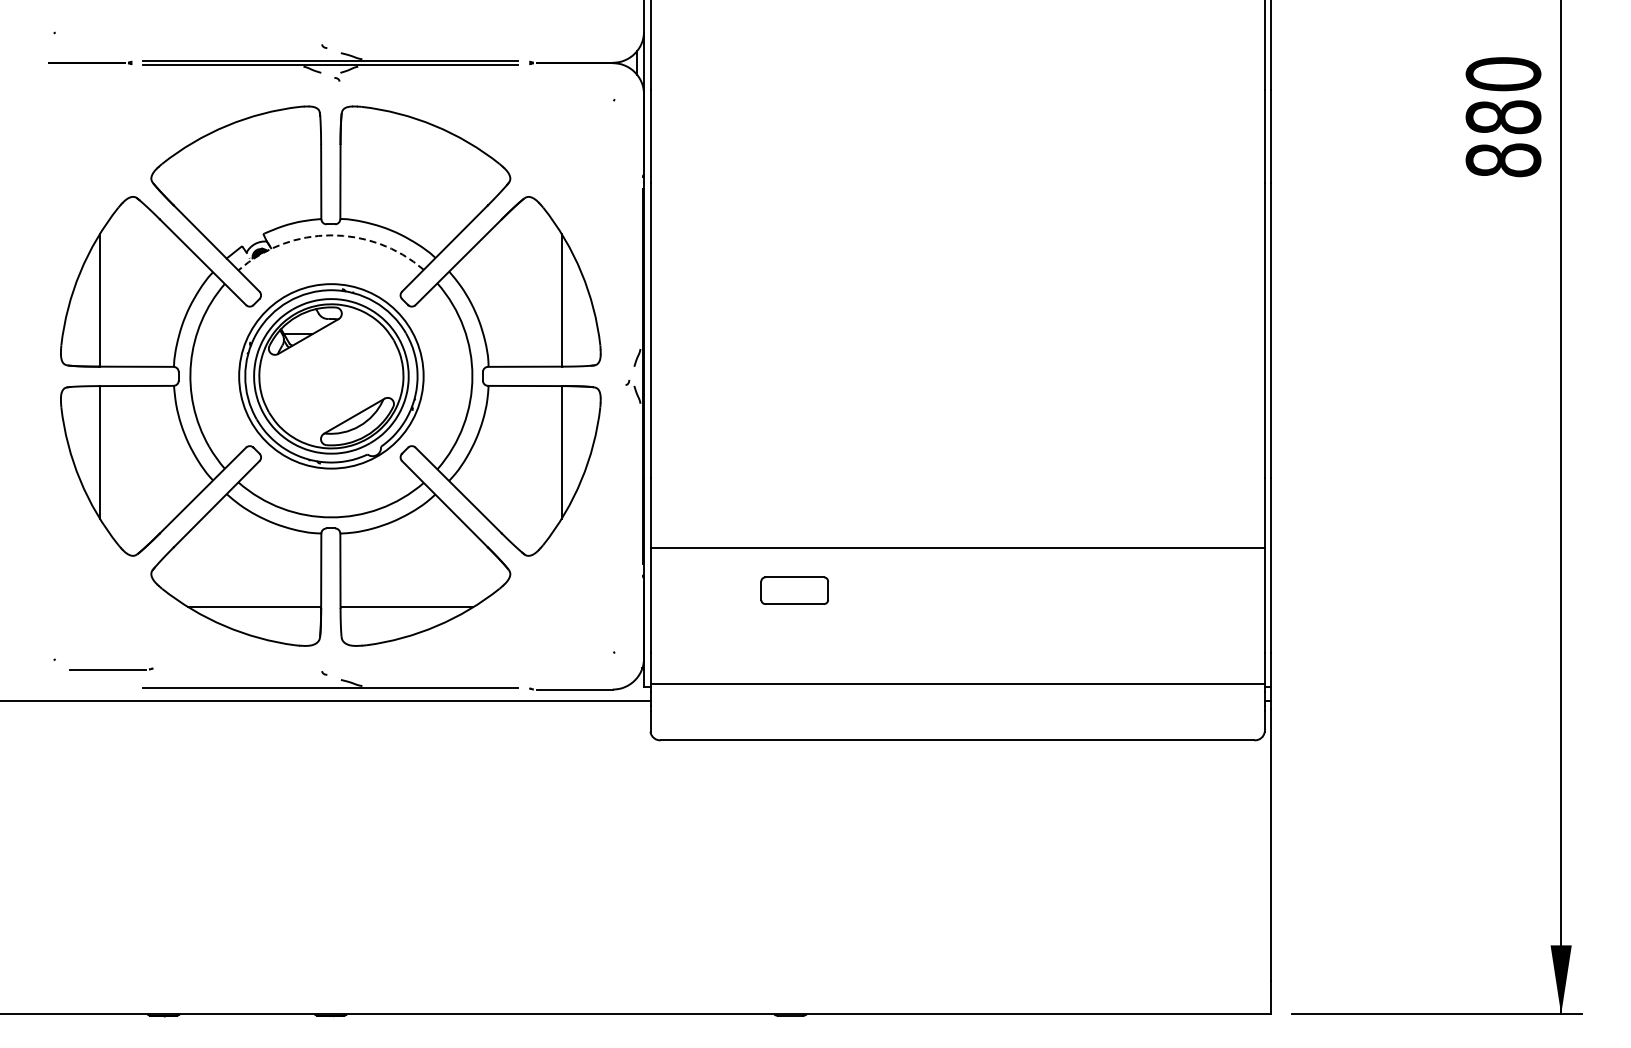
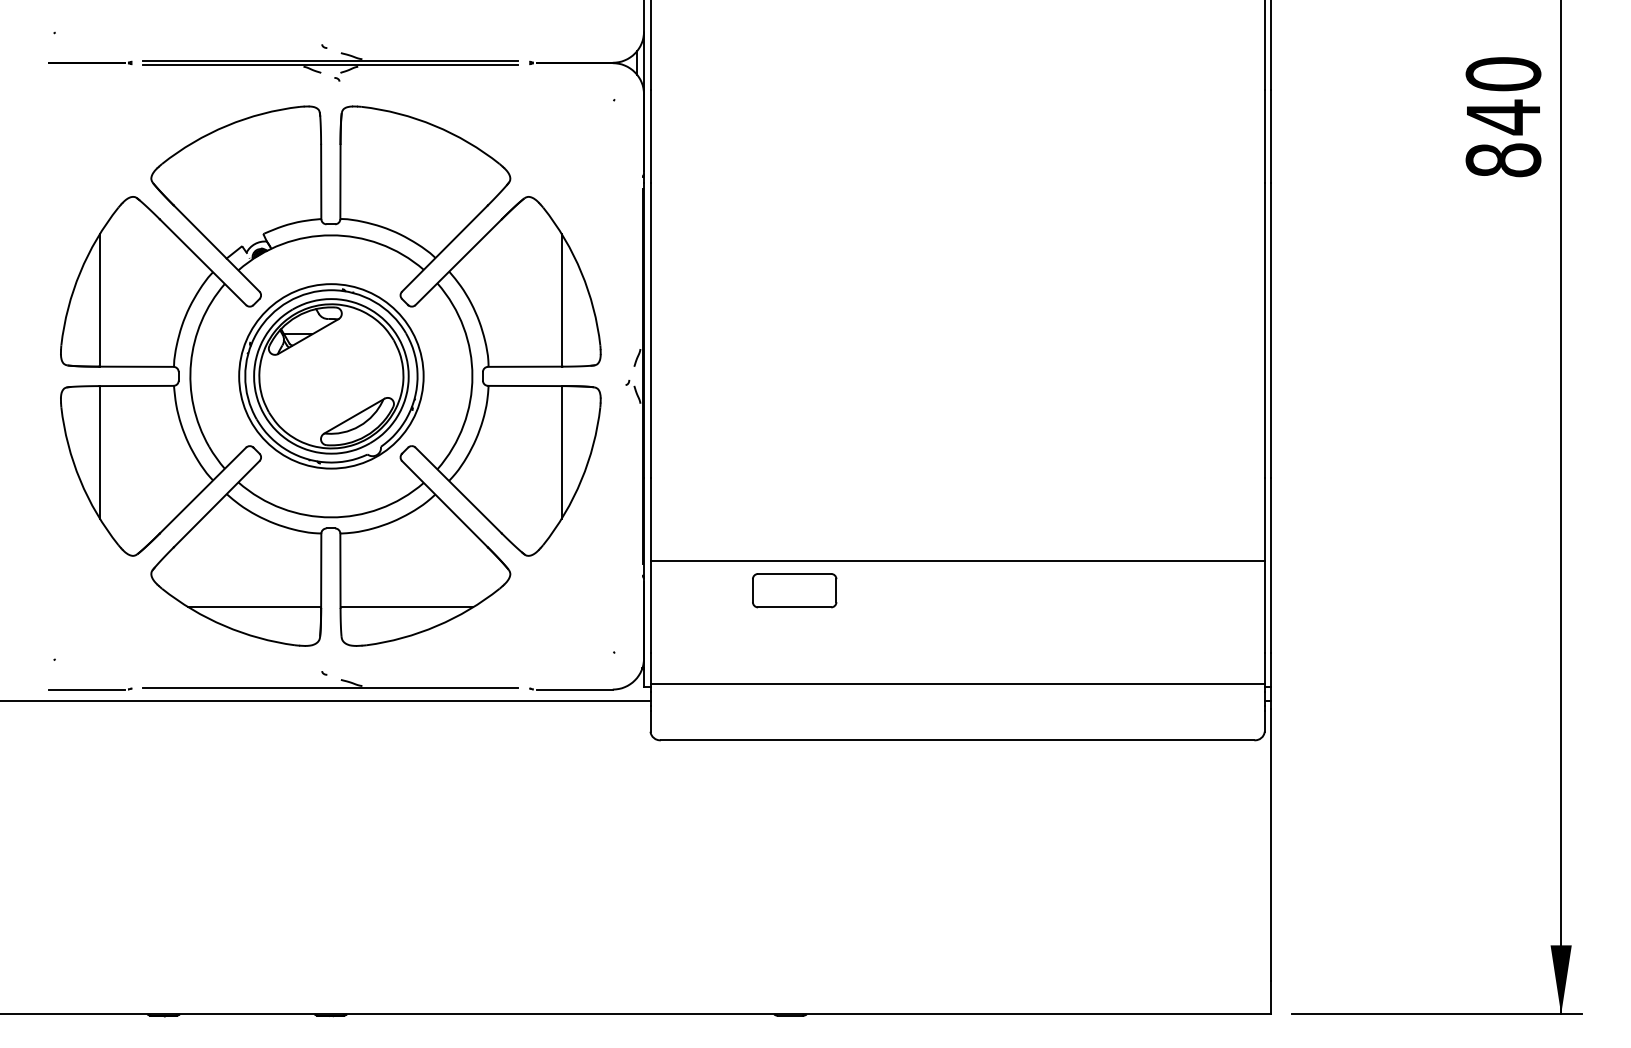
text at (1503, 117): 880 -> 840
arc at (331, 235): dashed -> solid
line at (957, 548) position: (957, 548) -> (957, 561)
part at (794, 590) size: 69x29 px -> 86x36 px
part at (111, 668) position: (111, 668) -> (90, 688)
